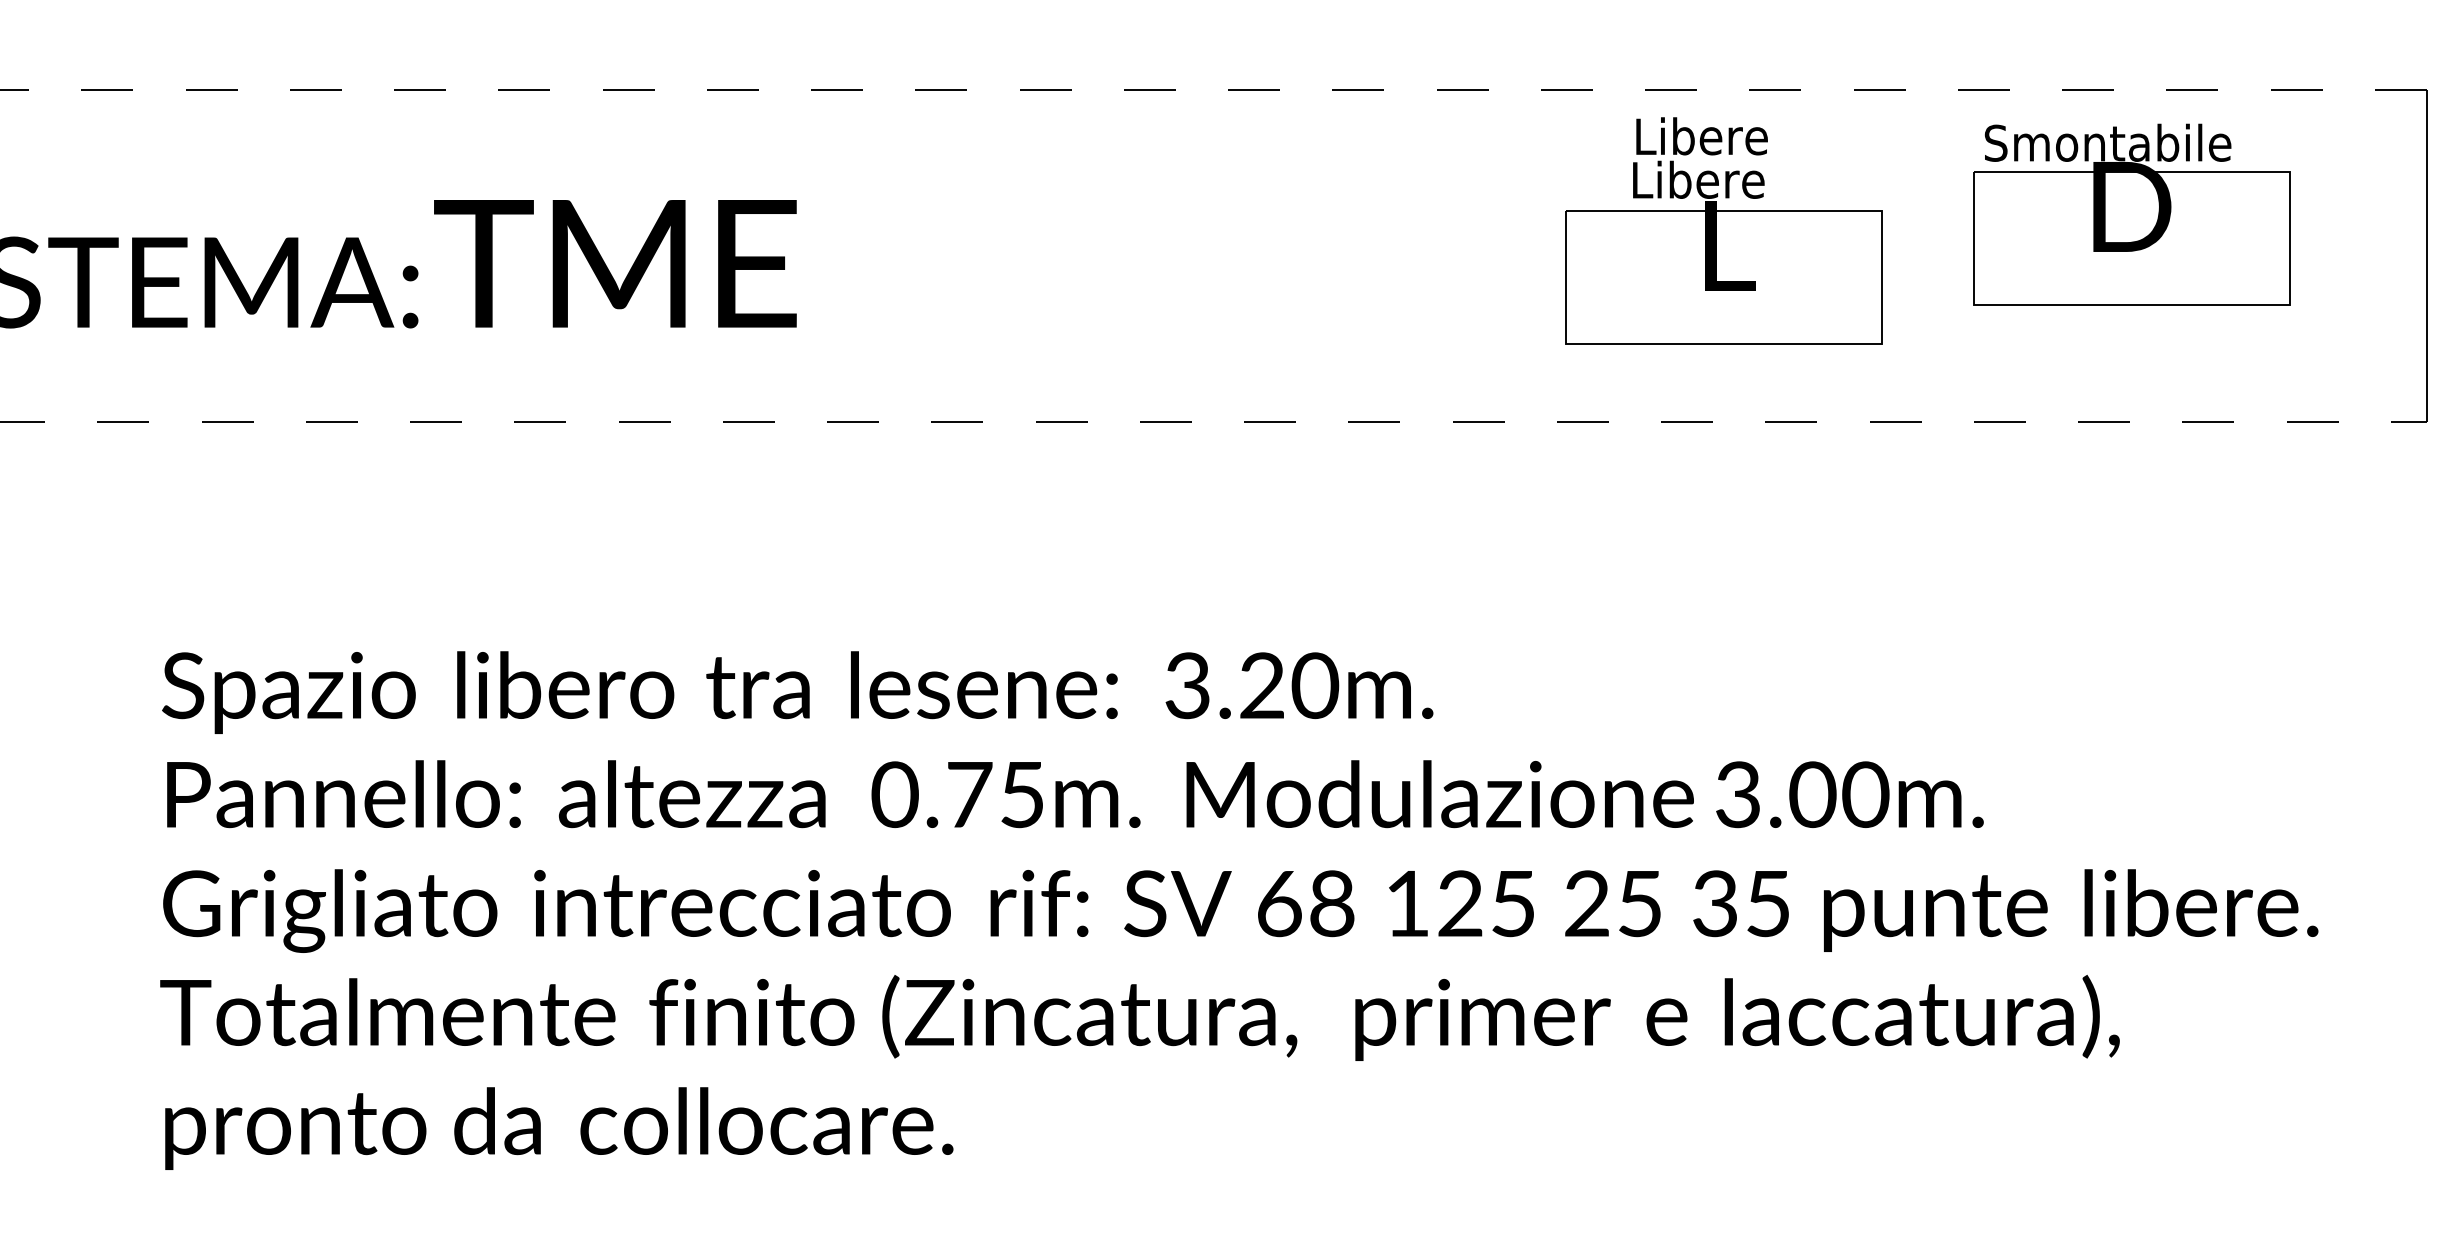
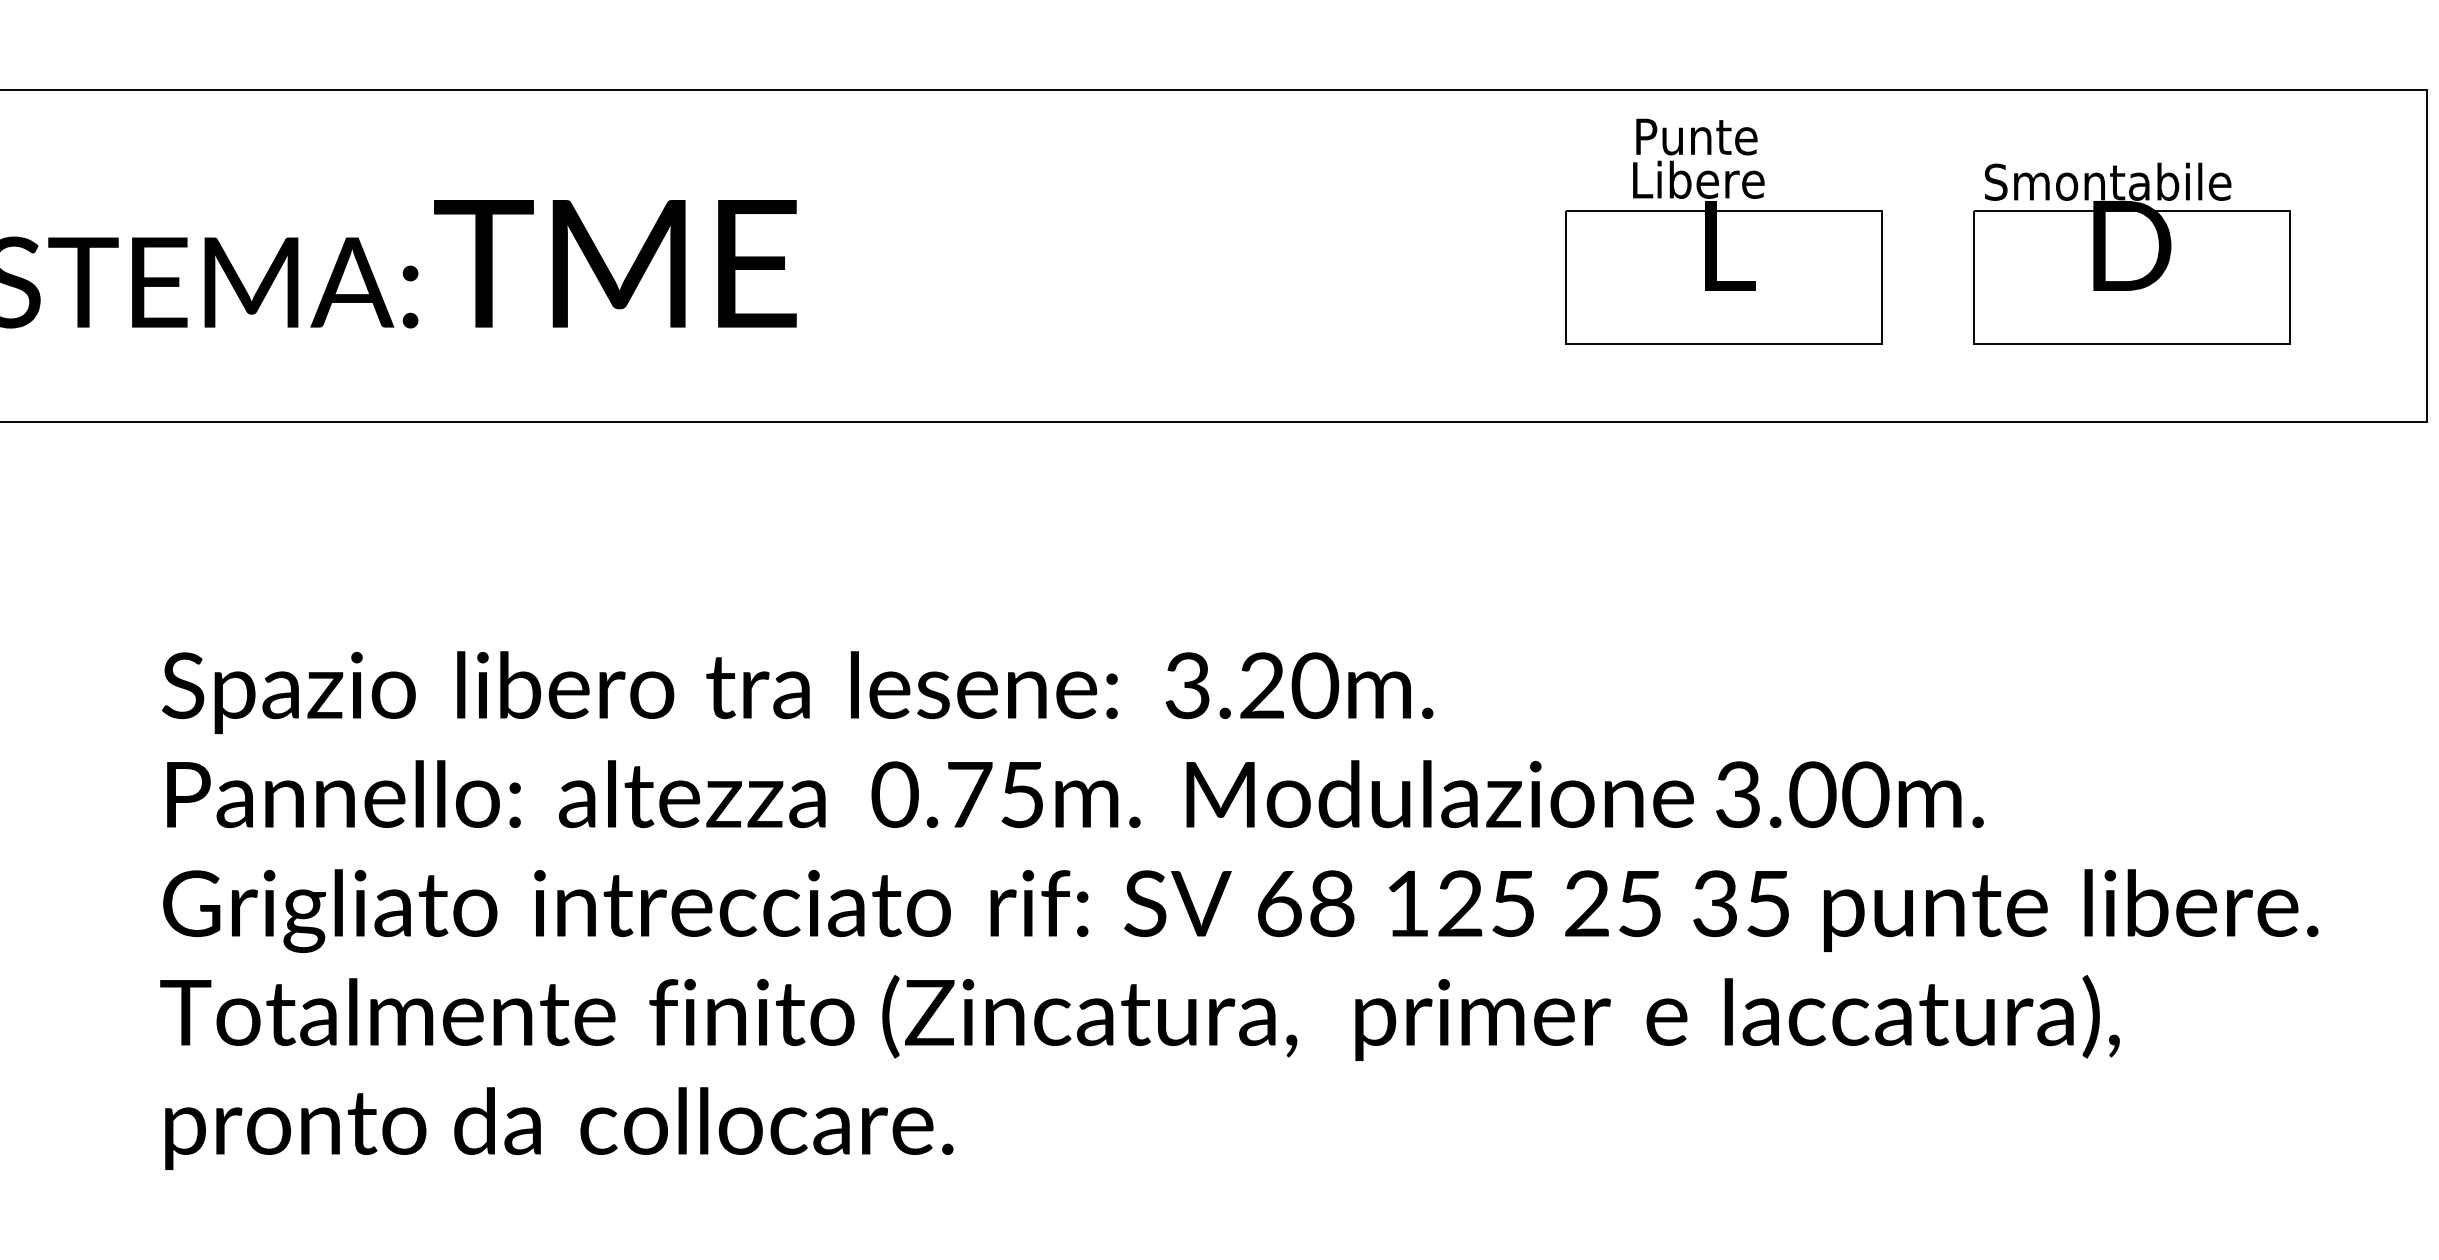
line at (1212, 89): dashed -> solid
text at (1703, 136): Libere -> Punte
part at (2131, 214) position: (2131, 214) -> (2131, 253)
line at (1213, 421): dashed -> solid
